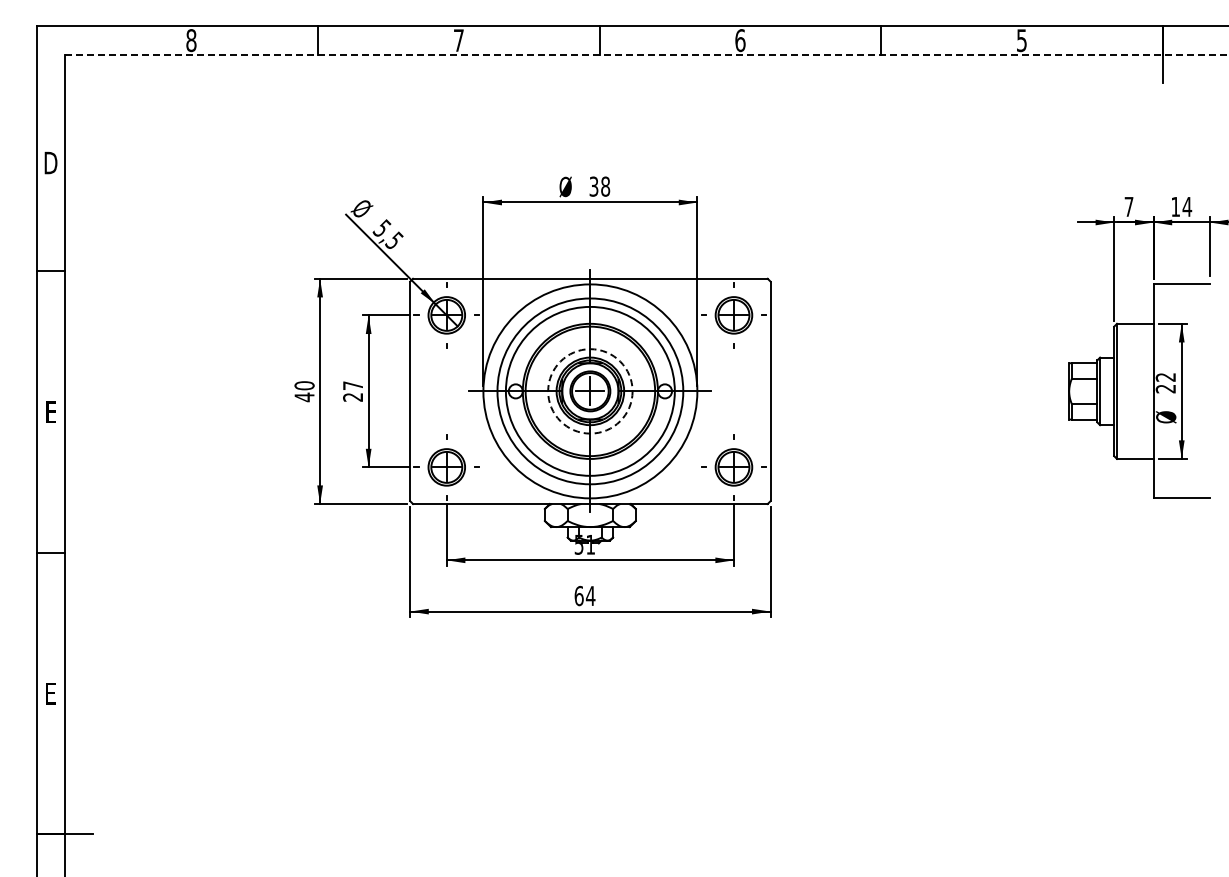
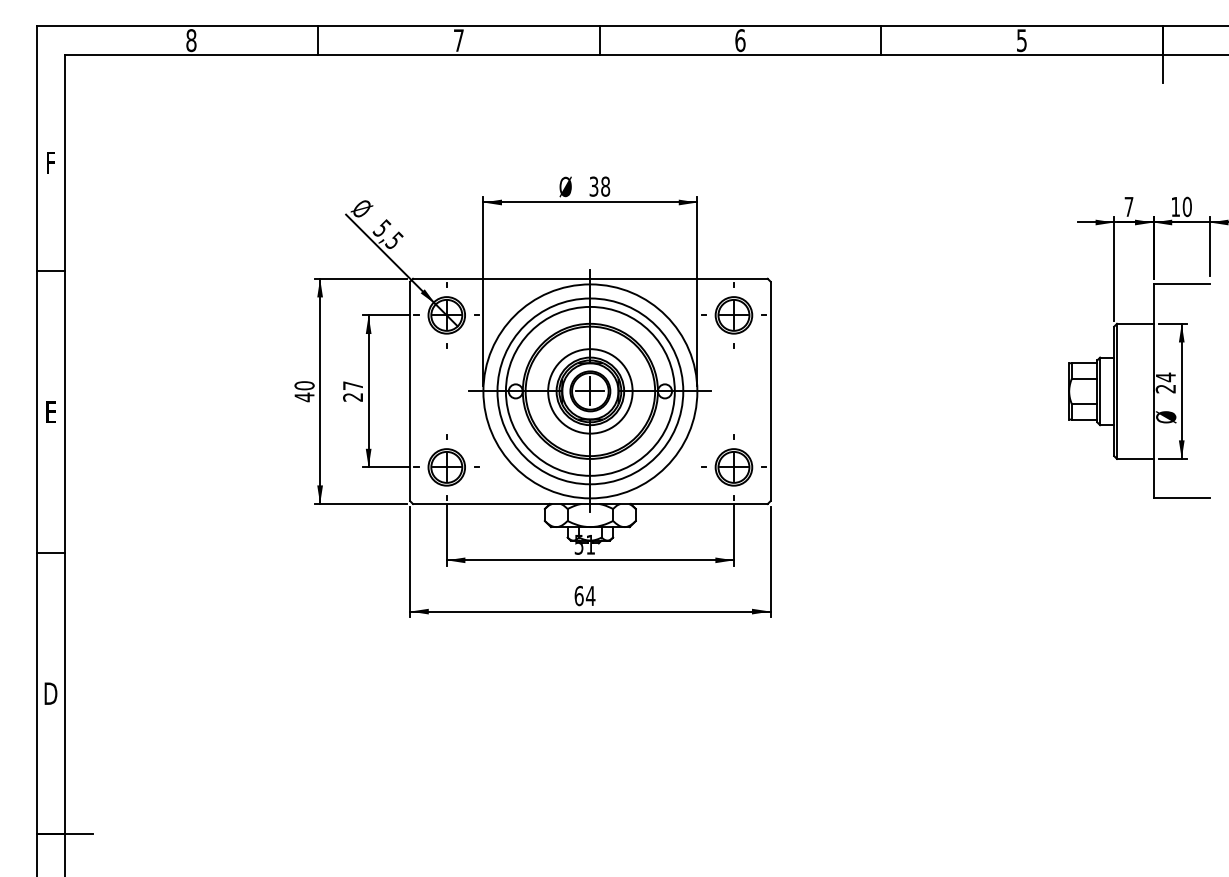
line at (646, 54): dashed -> solid
text at (50, 162): D -> F
text at (1187, 206): 14 -> 10
text at (1165, 377): 22 -> 24
circle at (590, 391): dashed -> solid
text at (50, 693): E -> D
